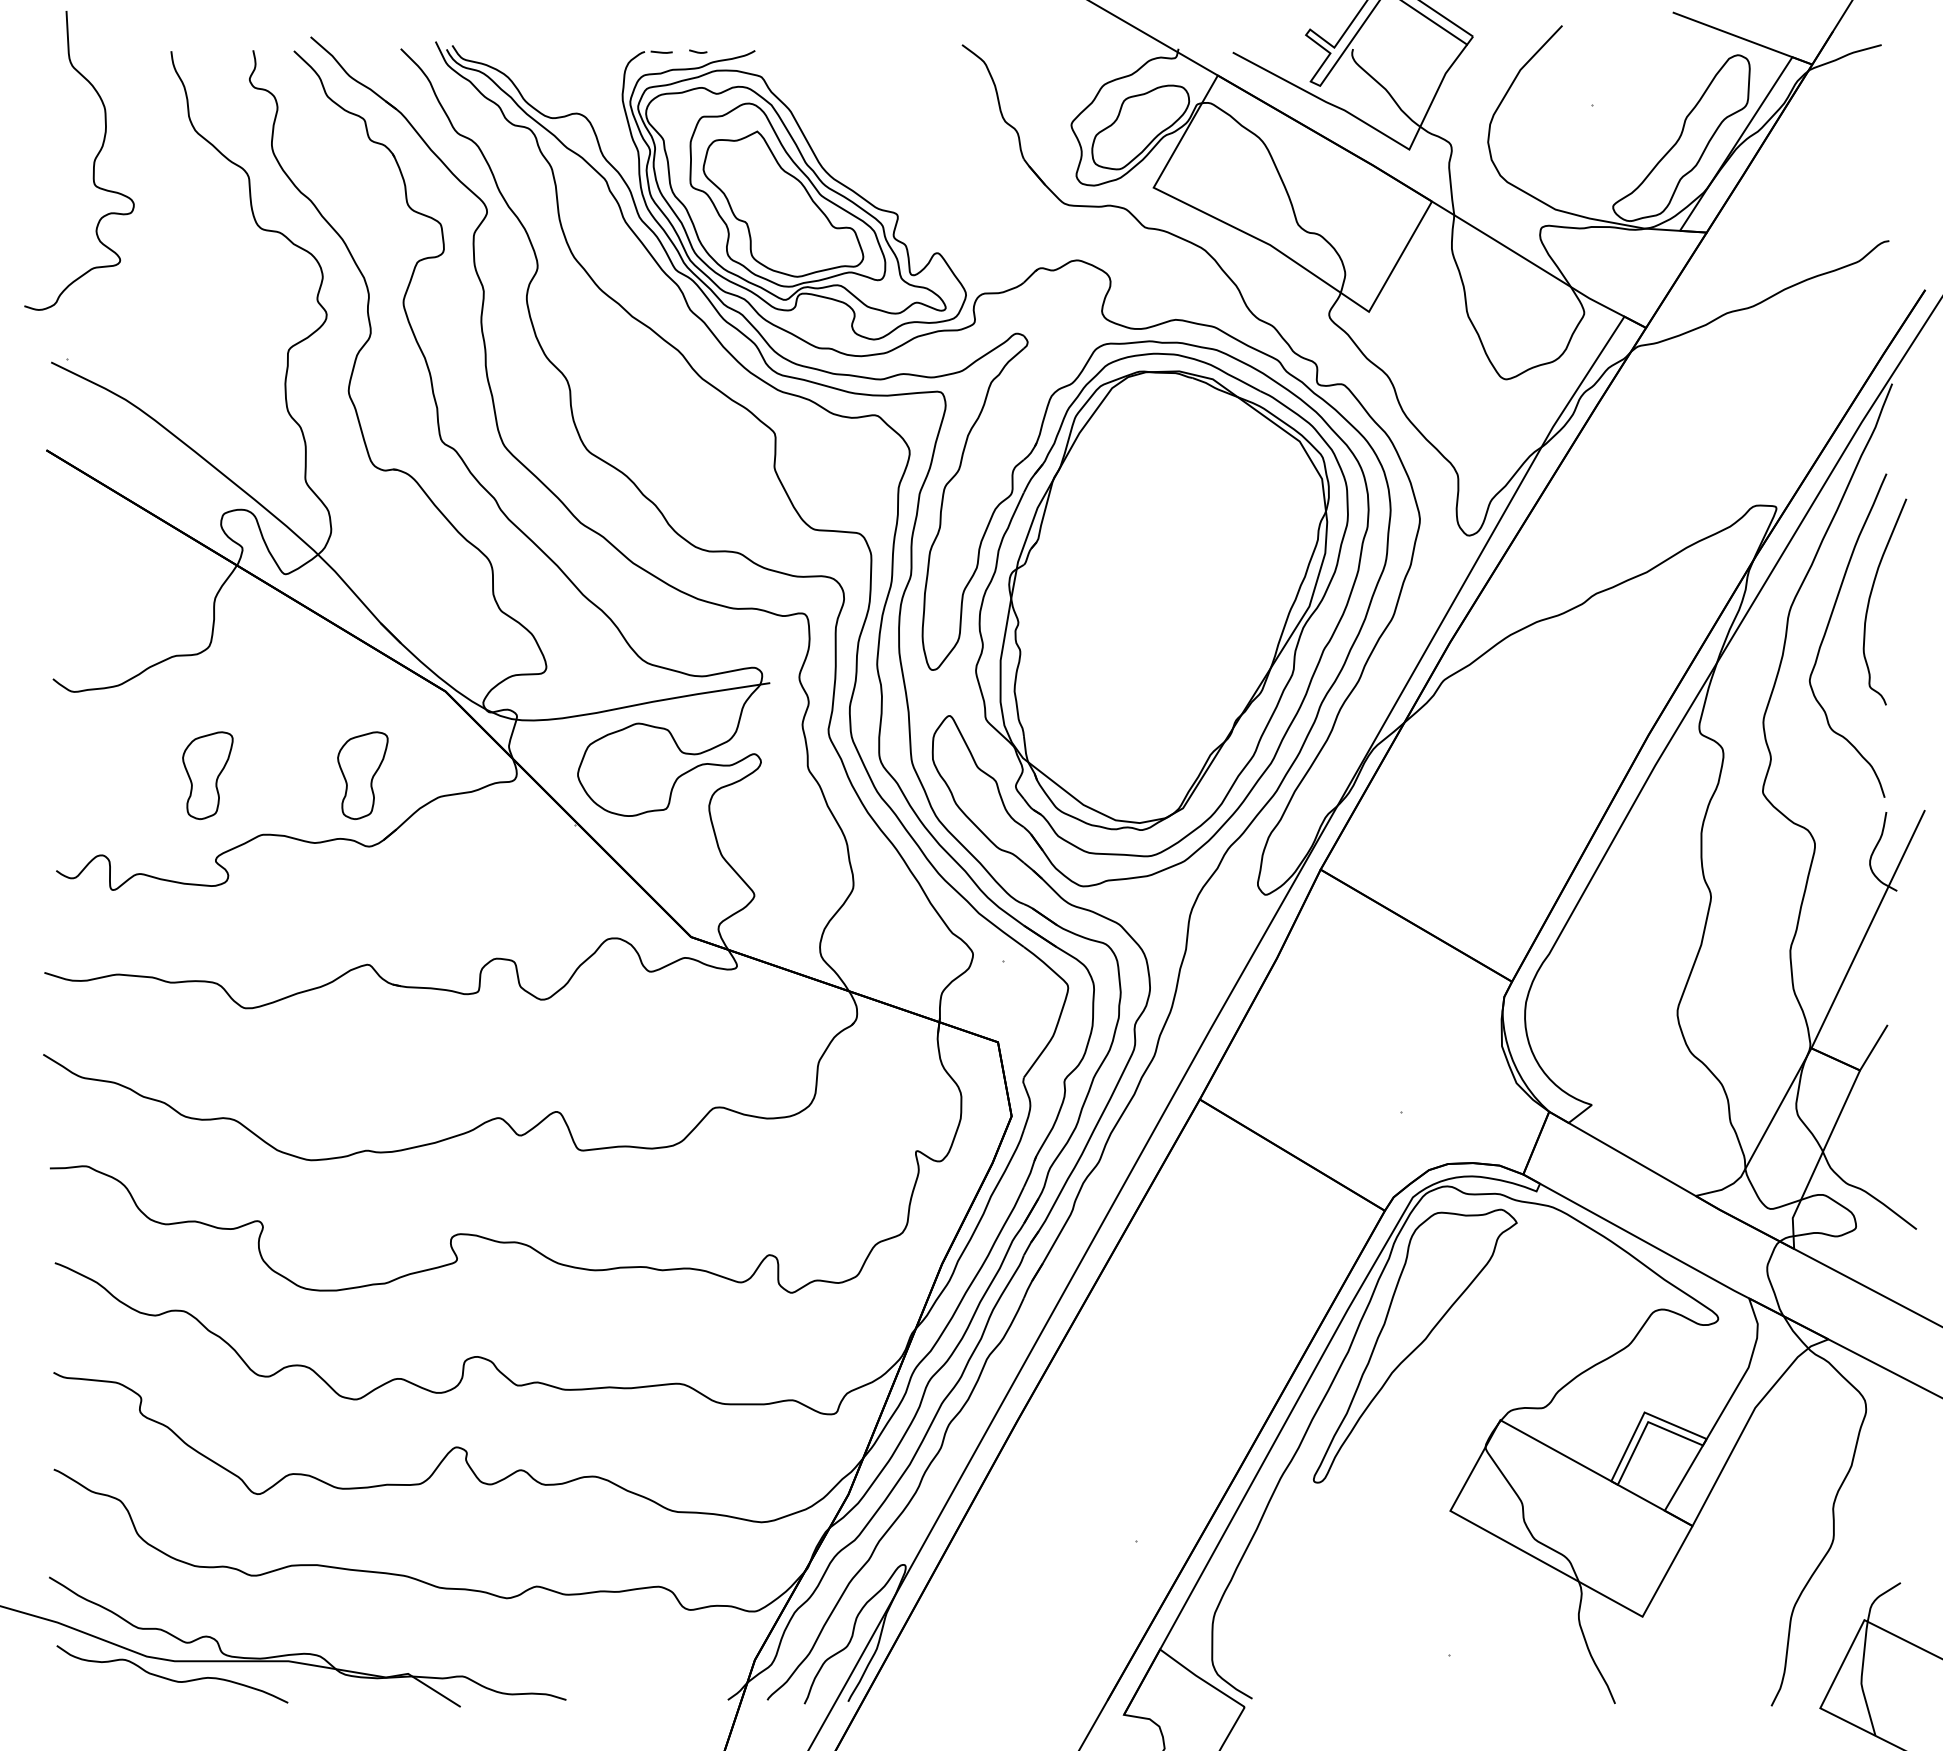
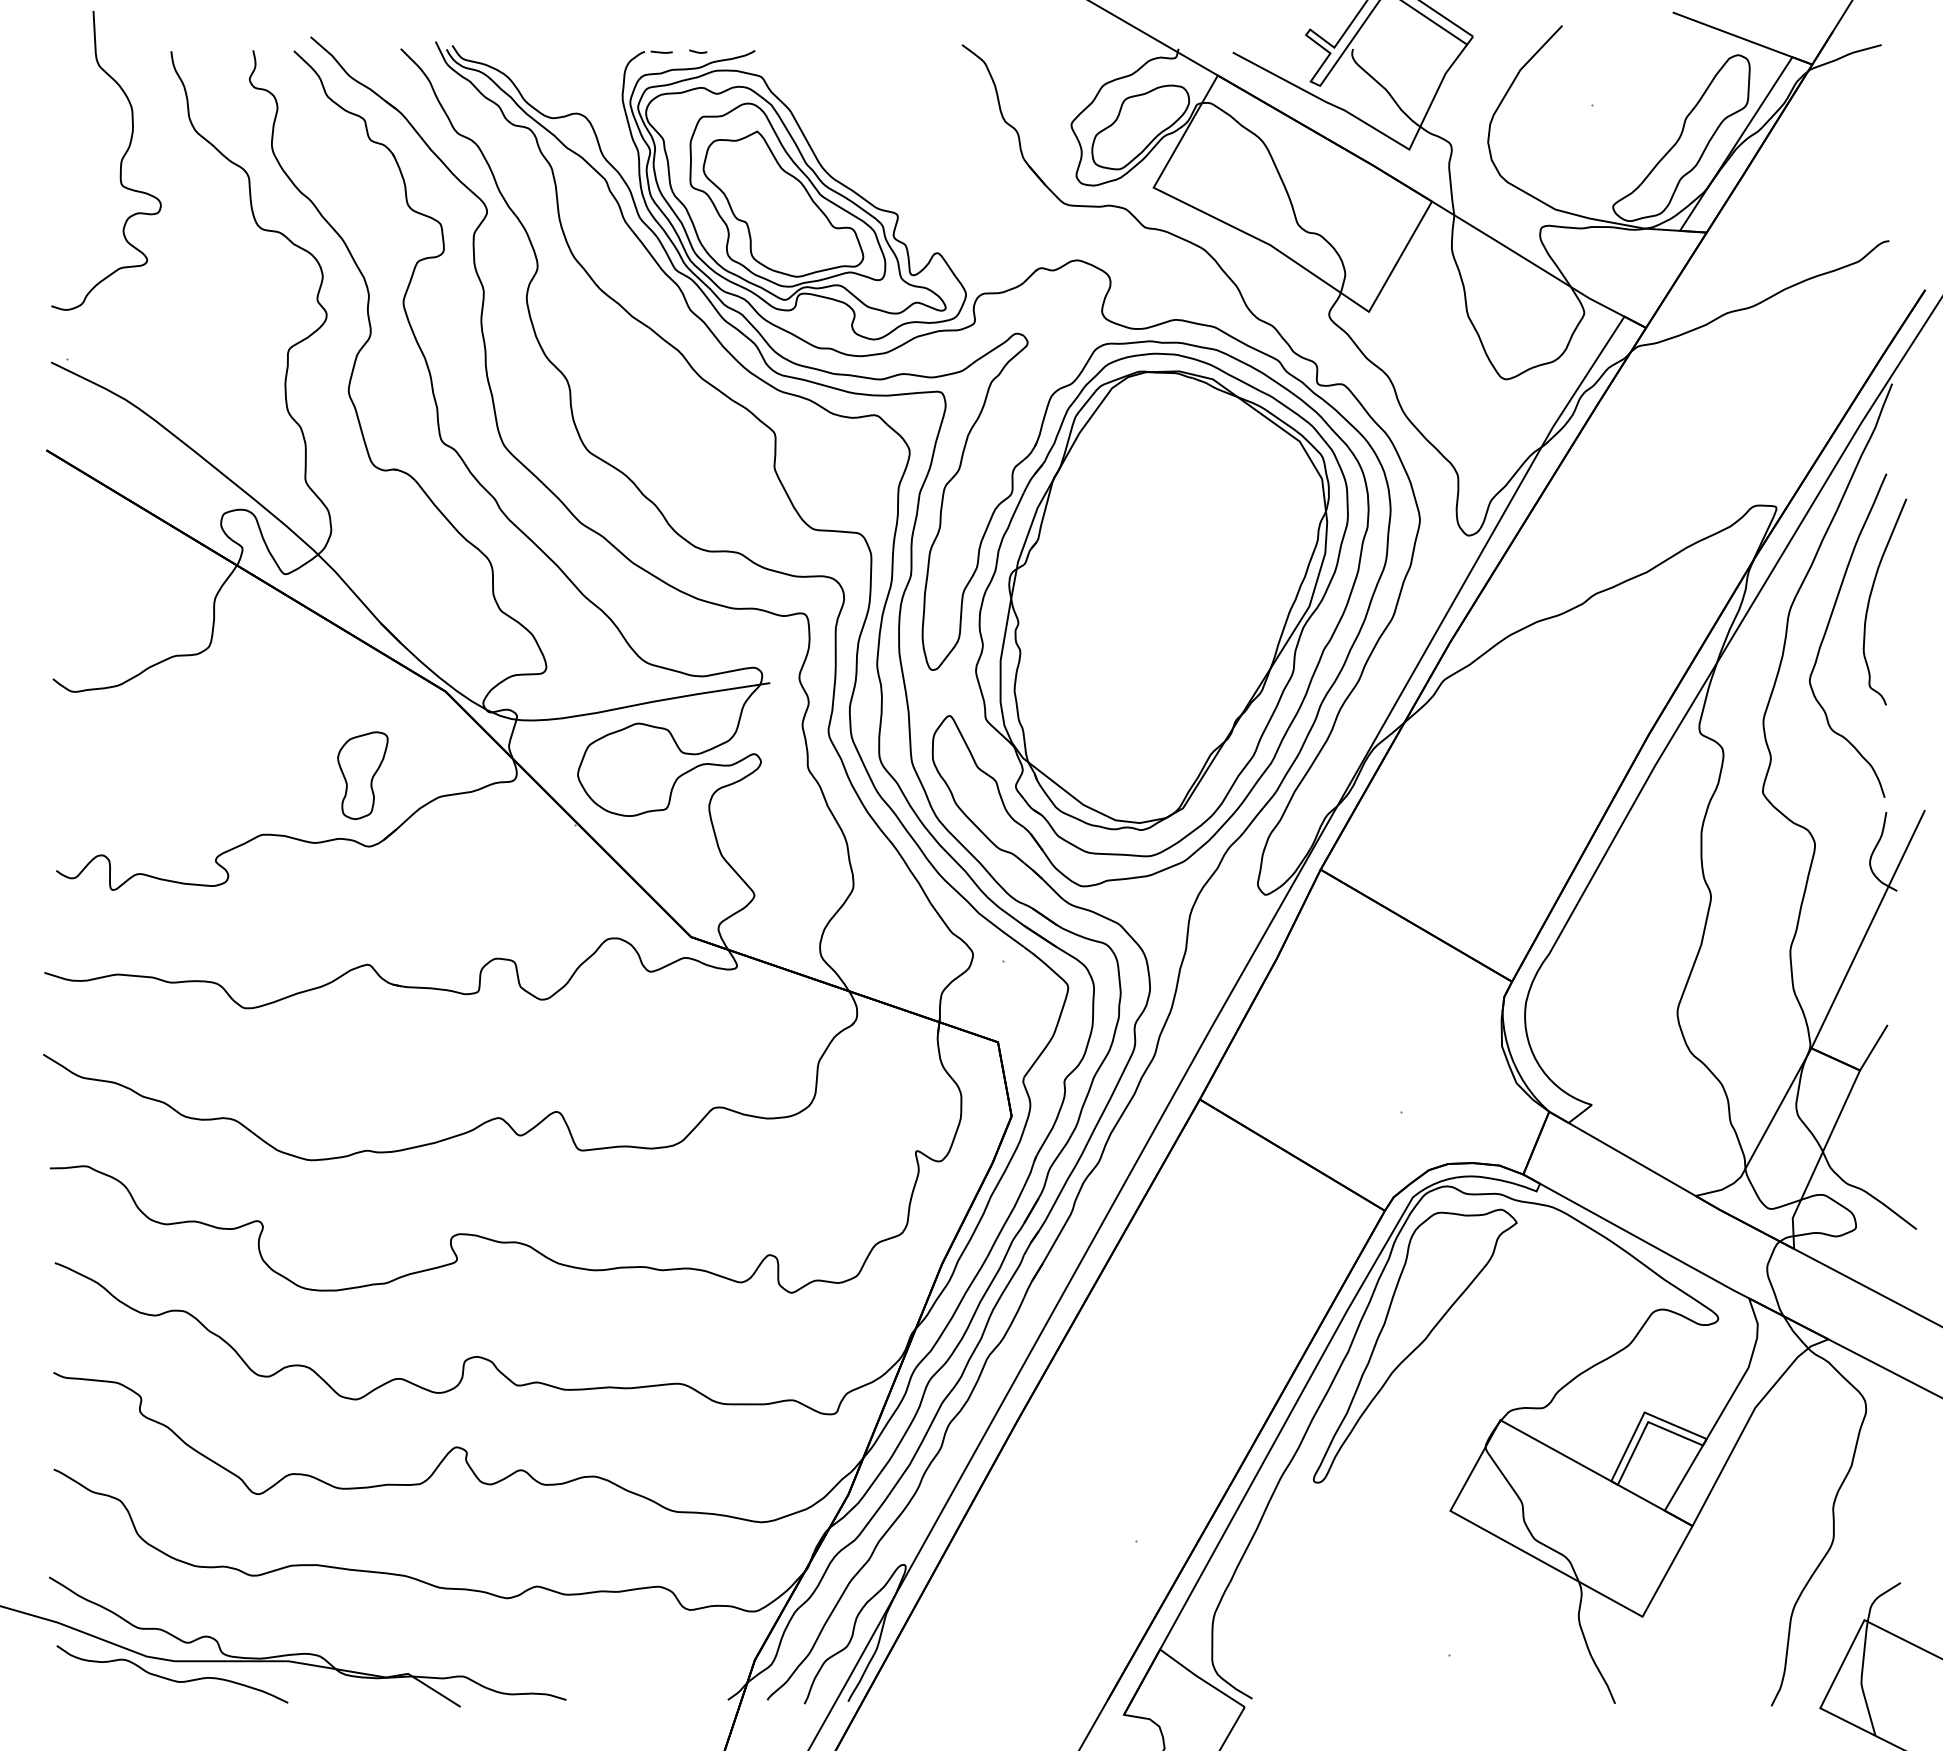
curve at (93, 161) position: (93, 161) -> (120, 161)
part at (207, 775): present -> none
